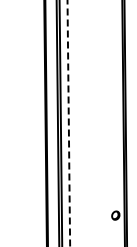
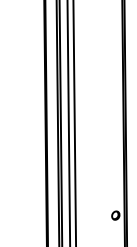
line at (74, 122): none -> present
line at (68, 123): dashed -> solid
